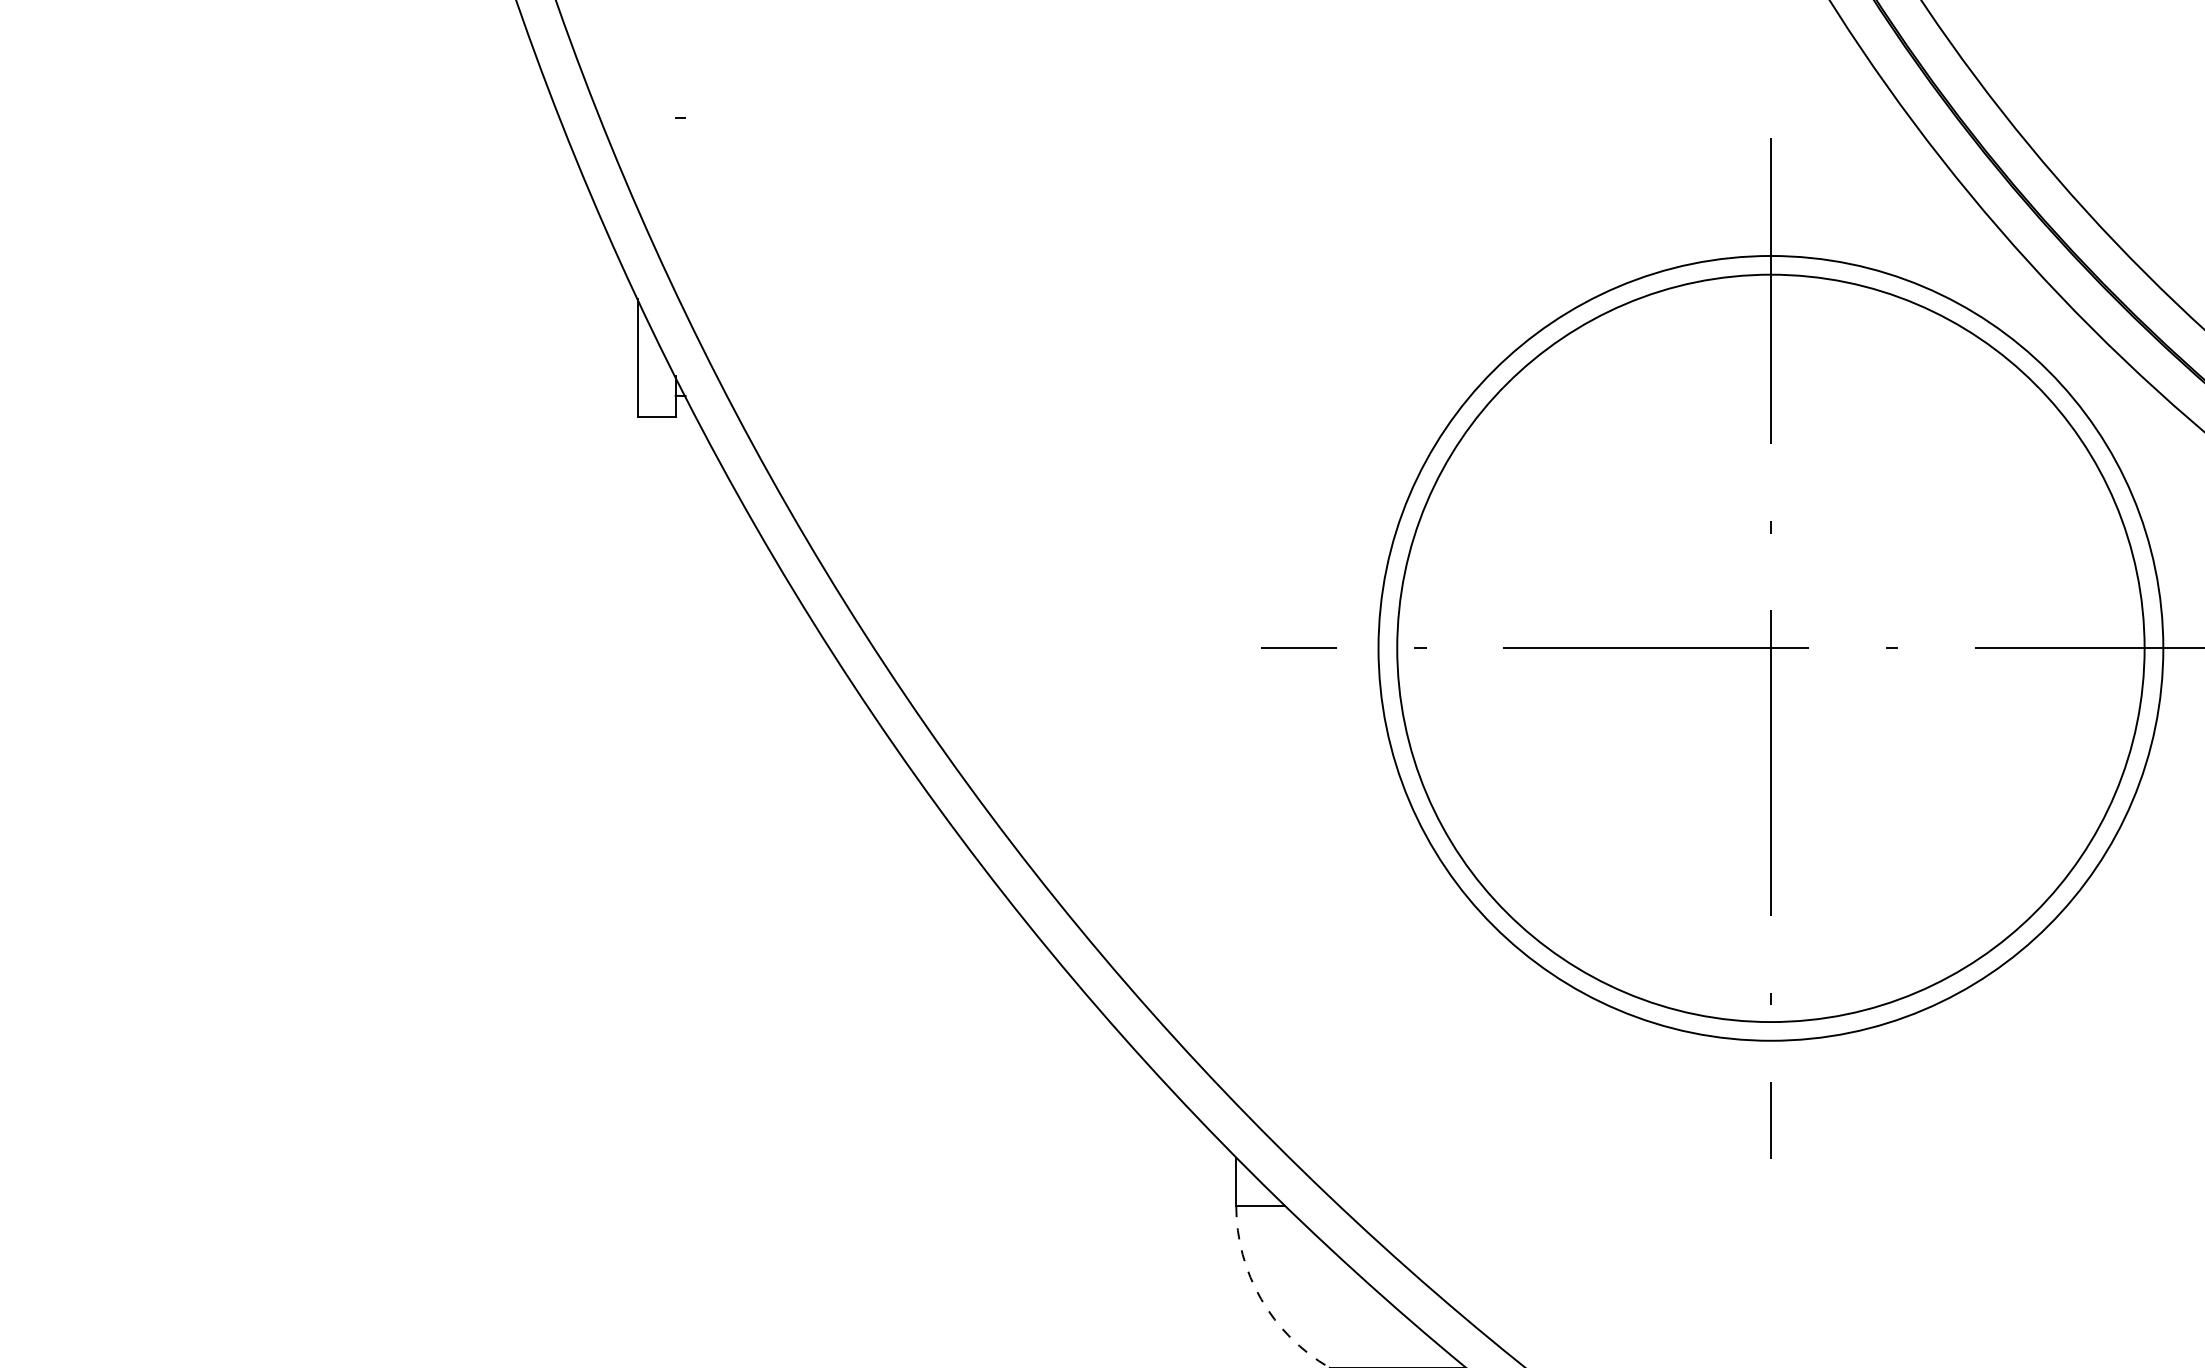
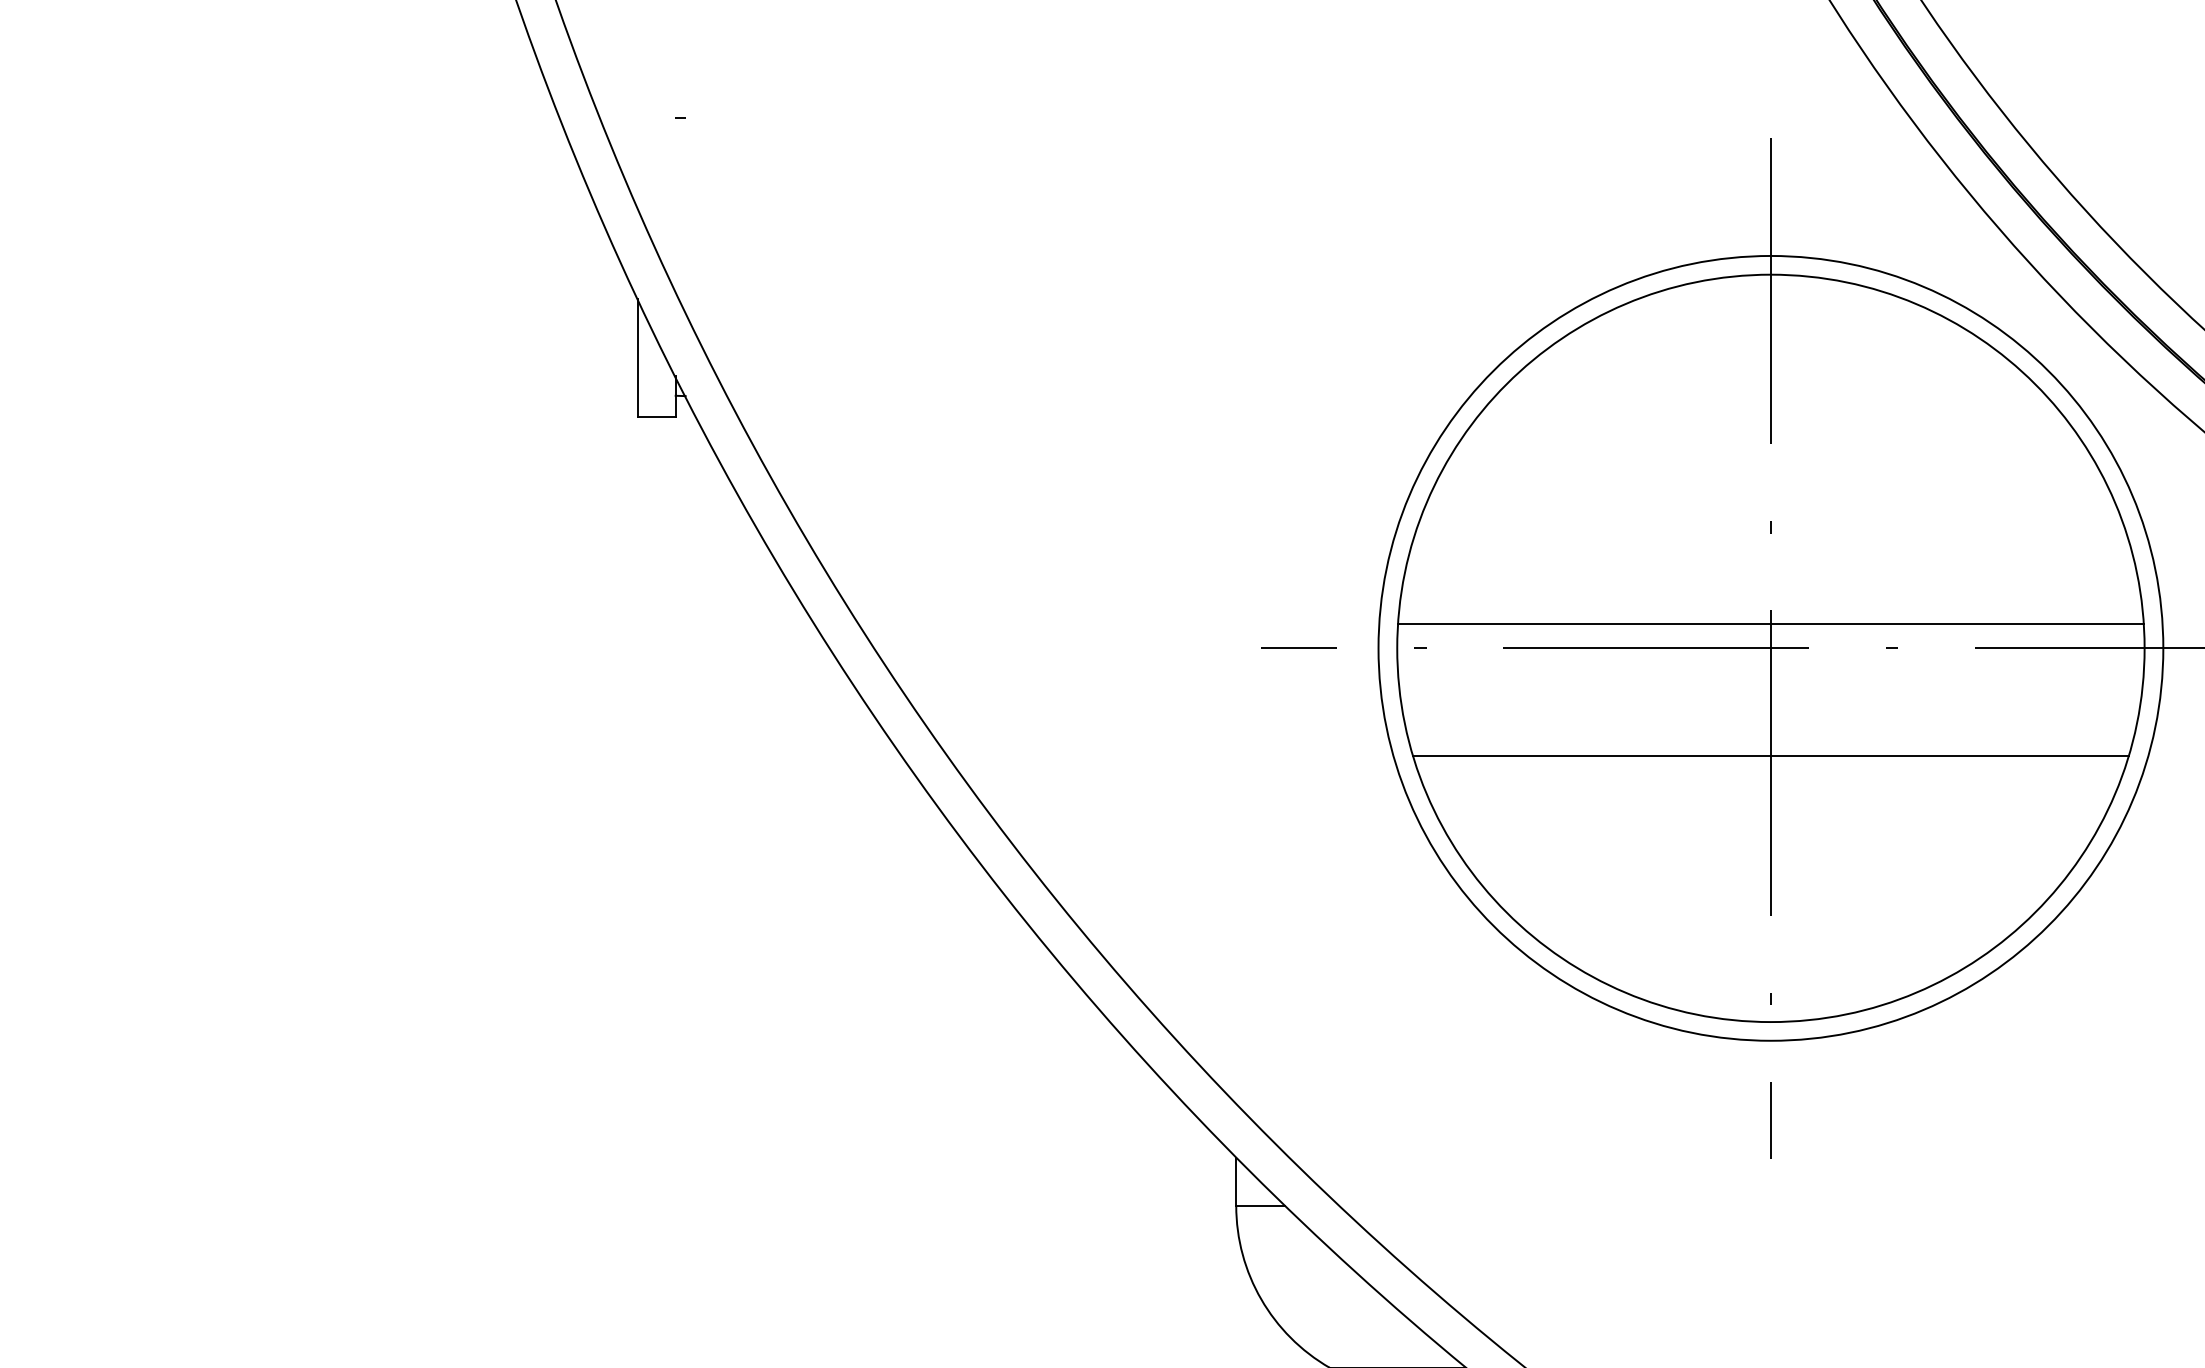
line at (1770, 623): none -> present
line at (1770, 755): none -> present
arc at (1261, 1299): dashed -> solid
